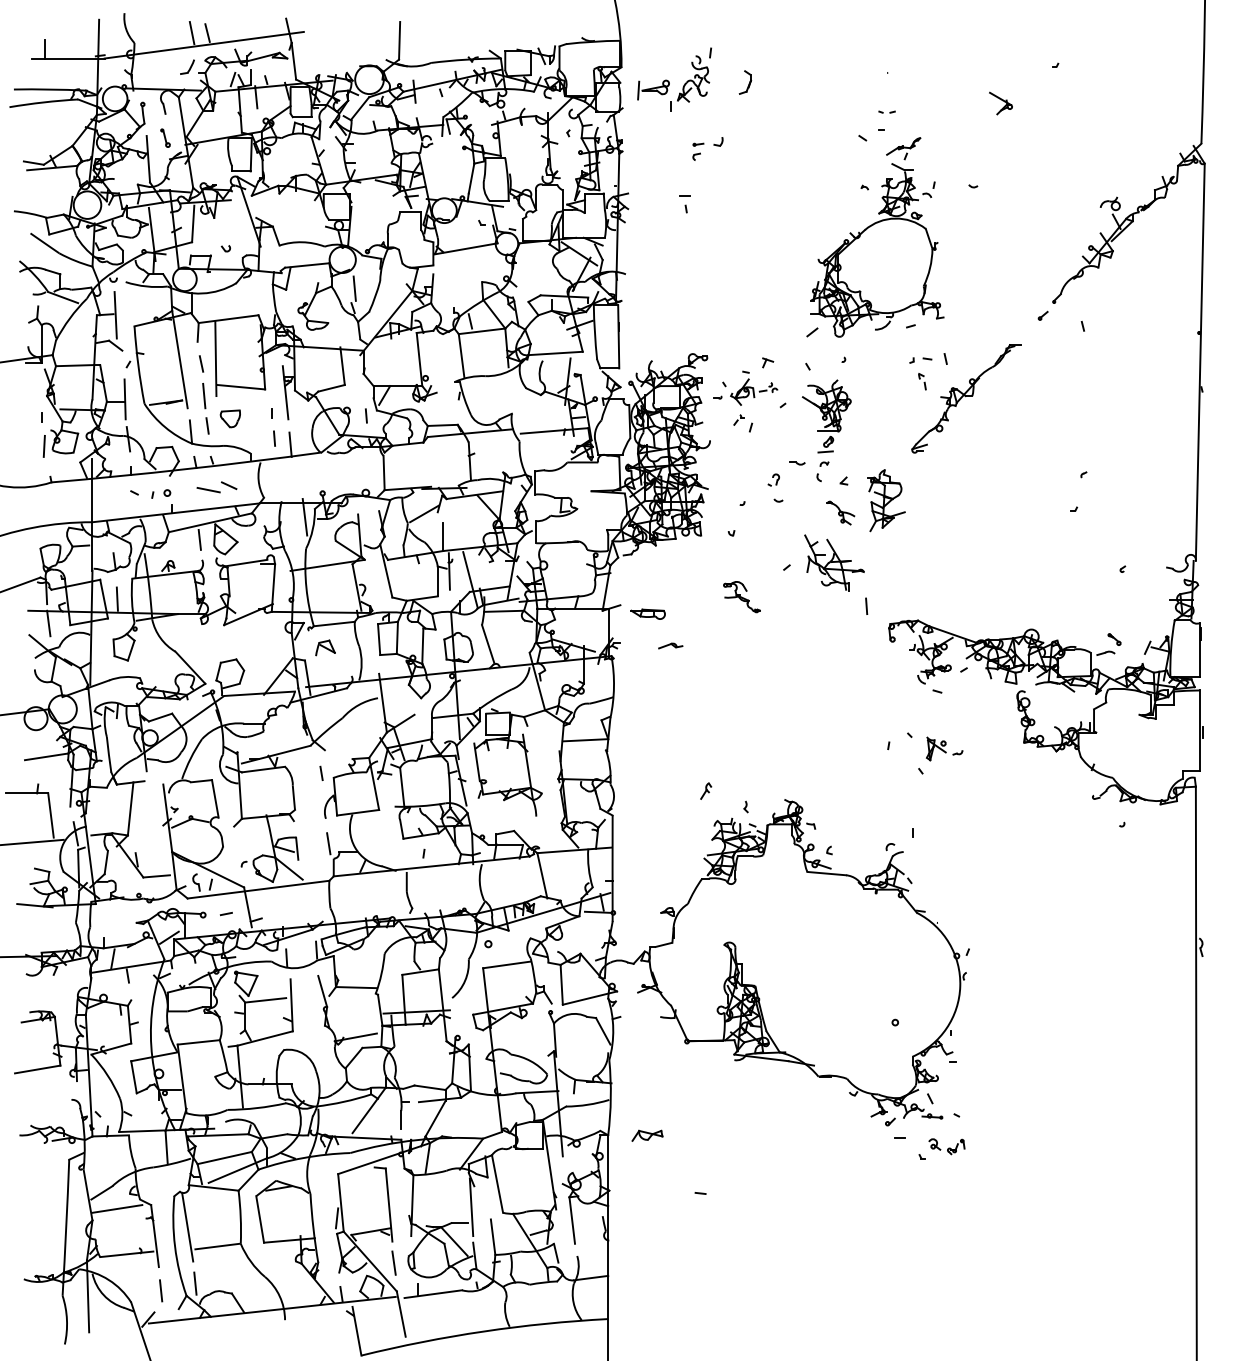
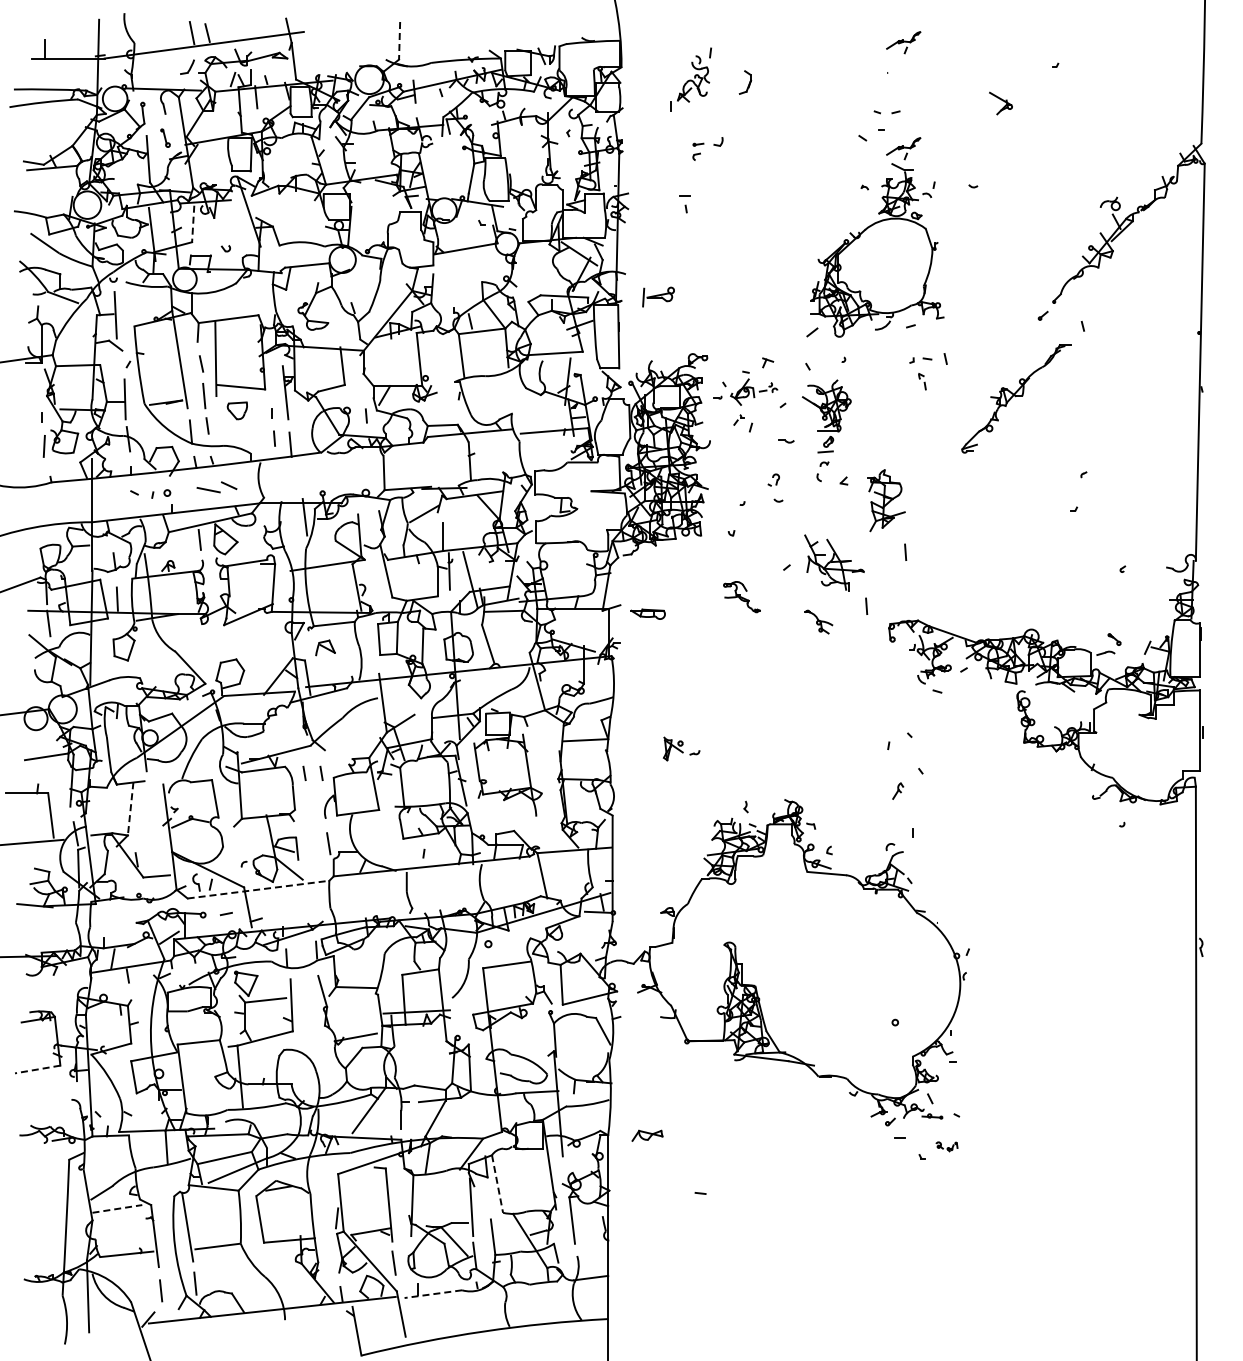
line at (399, 40): solid -> dashed
part at (903, 42): none -> present
part at (653, 89) position: (653, 89) -> (658, 296)
part at (886, 111) size: 18x4 px -> 28x5 px
line at (193, 224): solid -> dashed
line at (354, 288): present -> none
part at (966, 398) position: (966, 398) -> (1016, 398)
part at (229, 418) position: (229, 418) -> (236, 410)
part at (797, 463) position: (797, 463) -> (786, 441)
part at (840, 512) position: (840, 512) -> (818, 621)
line at (905, 551): none -> present
part at (670, 645): present -> none
part at (944, 748) position: (944, 748) -> (681, 748)
line at (304, 772): none -> present
part at (706, 790) position: (706, 790) -> (898, 790)
line at (130, 808): solid -> dashed
line at (258, 889): solid -> dashed
line at (37, 1069): solid -> dashed
part at (946, 1146) size: 38x18 px -> 24x12 px
line at (497, 1184): solid -> dashed
line at (117, 1208): solid -> dashed
line at (432, 1294): solid -> dashed
